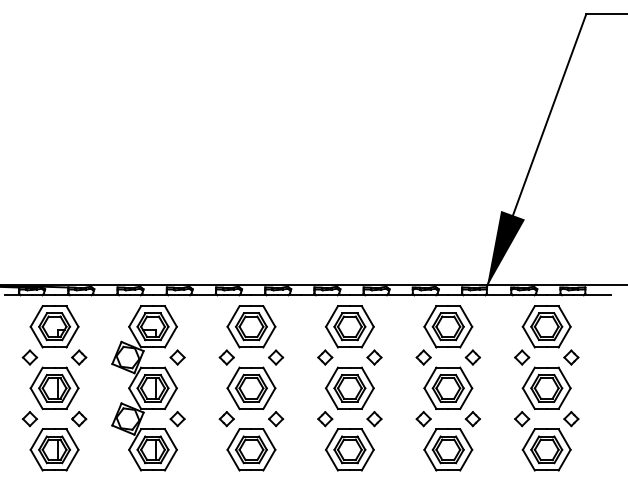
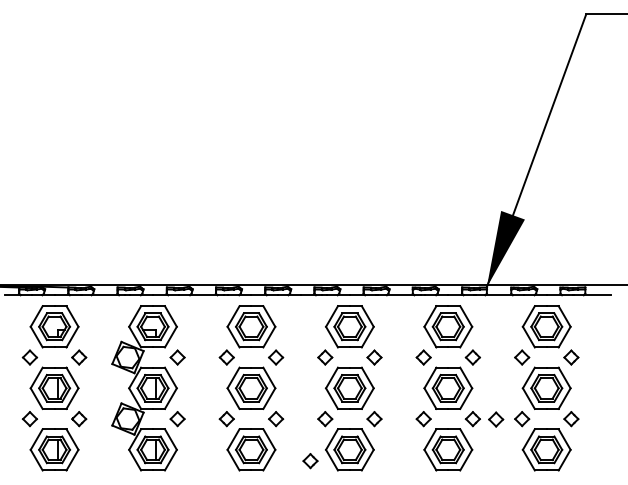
part at (496, 419): none -> present
part at (310, 461): none -> present
